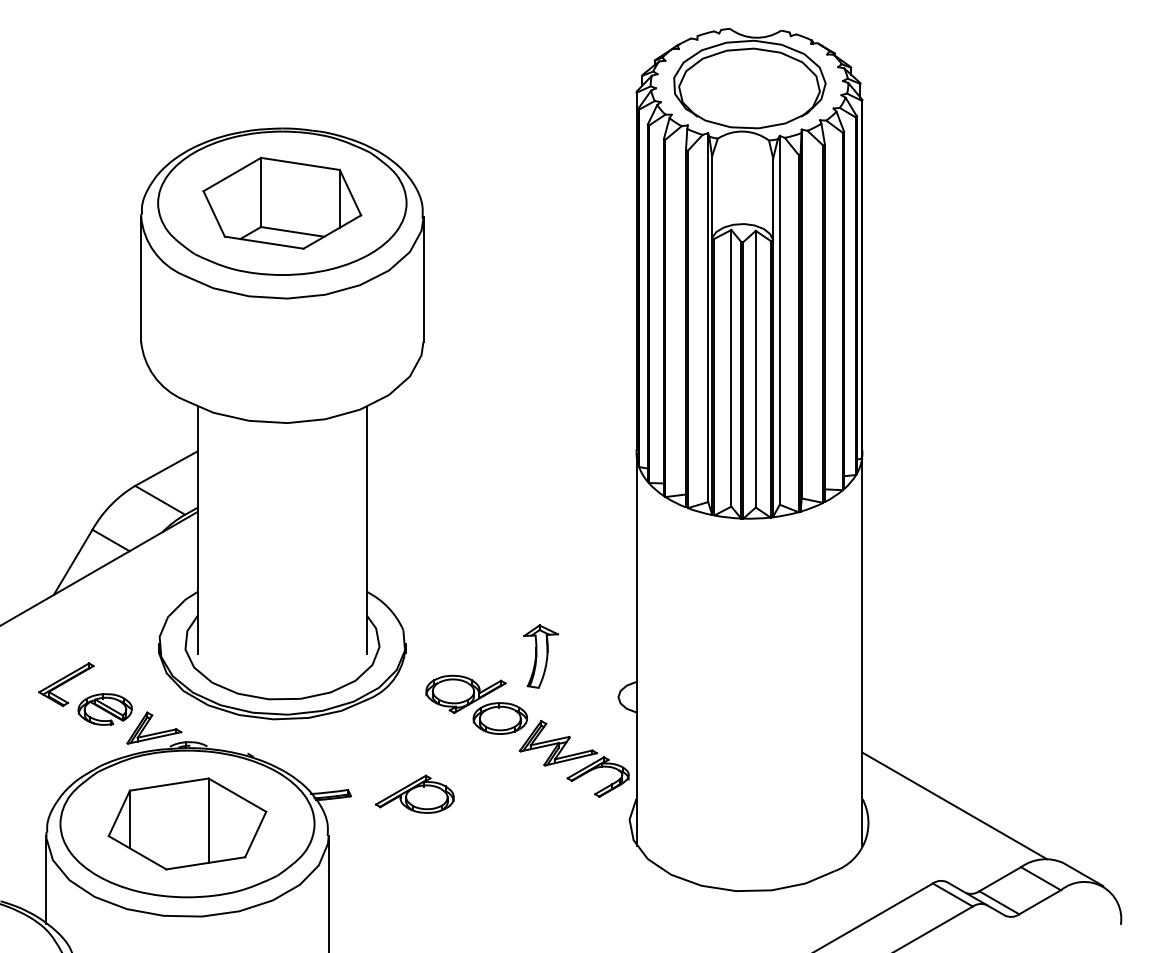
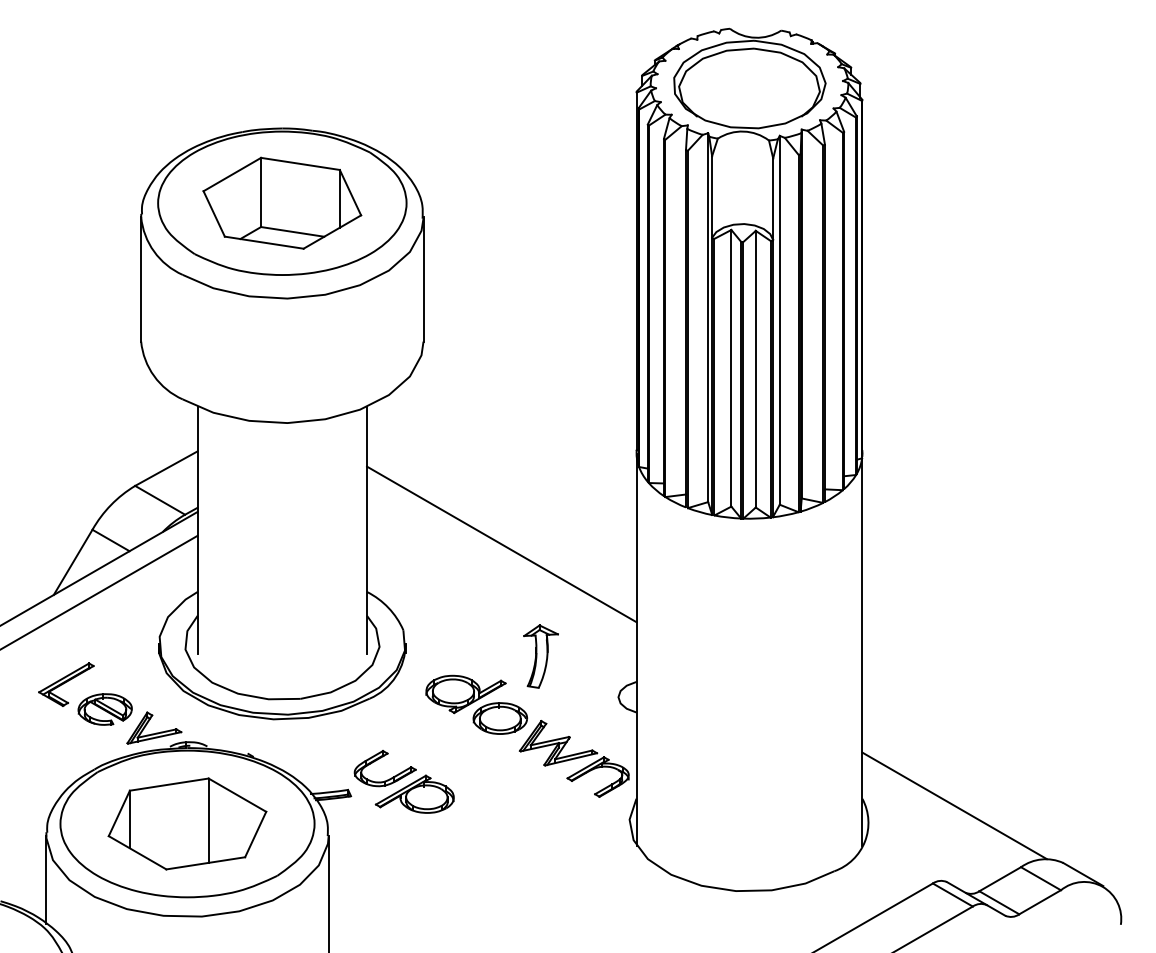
line at (501, 544): none -> present
line at (99, 591): none -> present
part at (379, 759): none -> present
